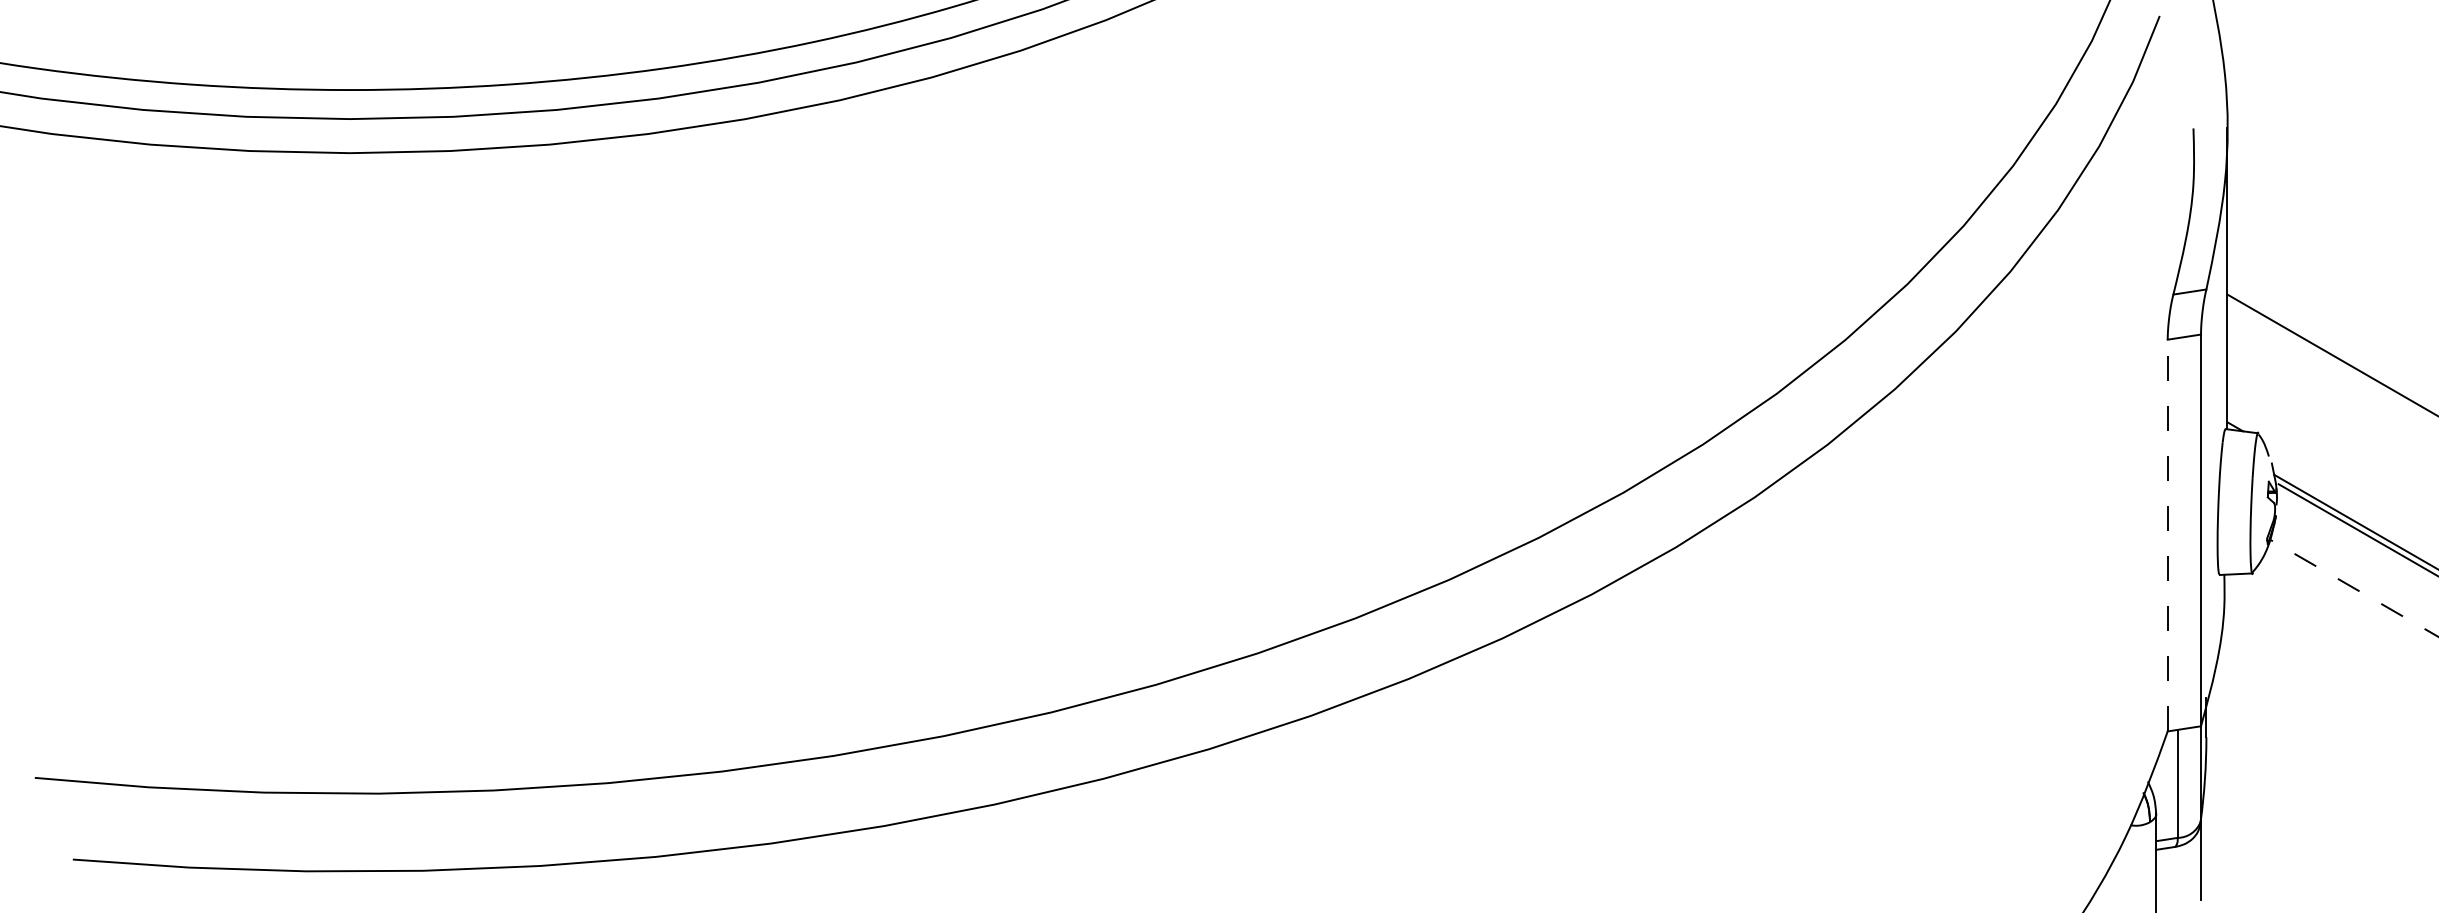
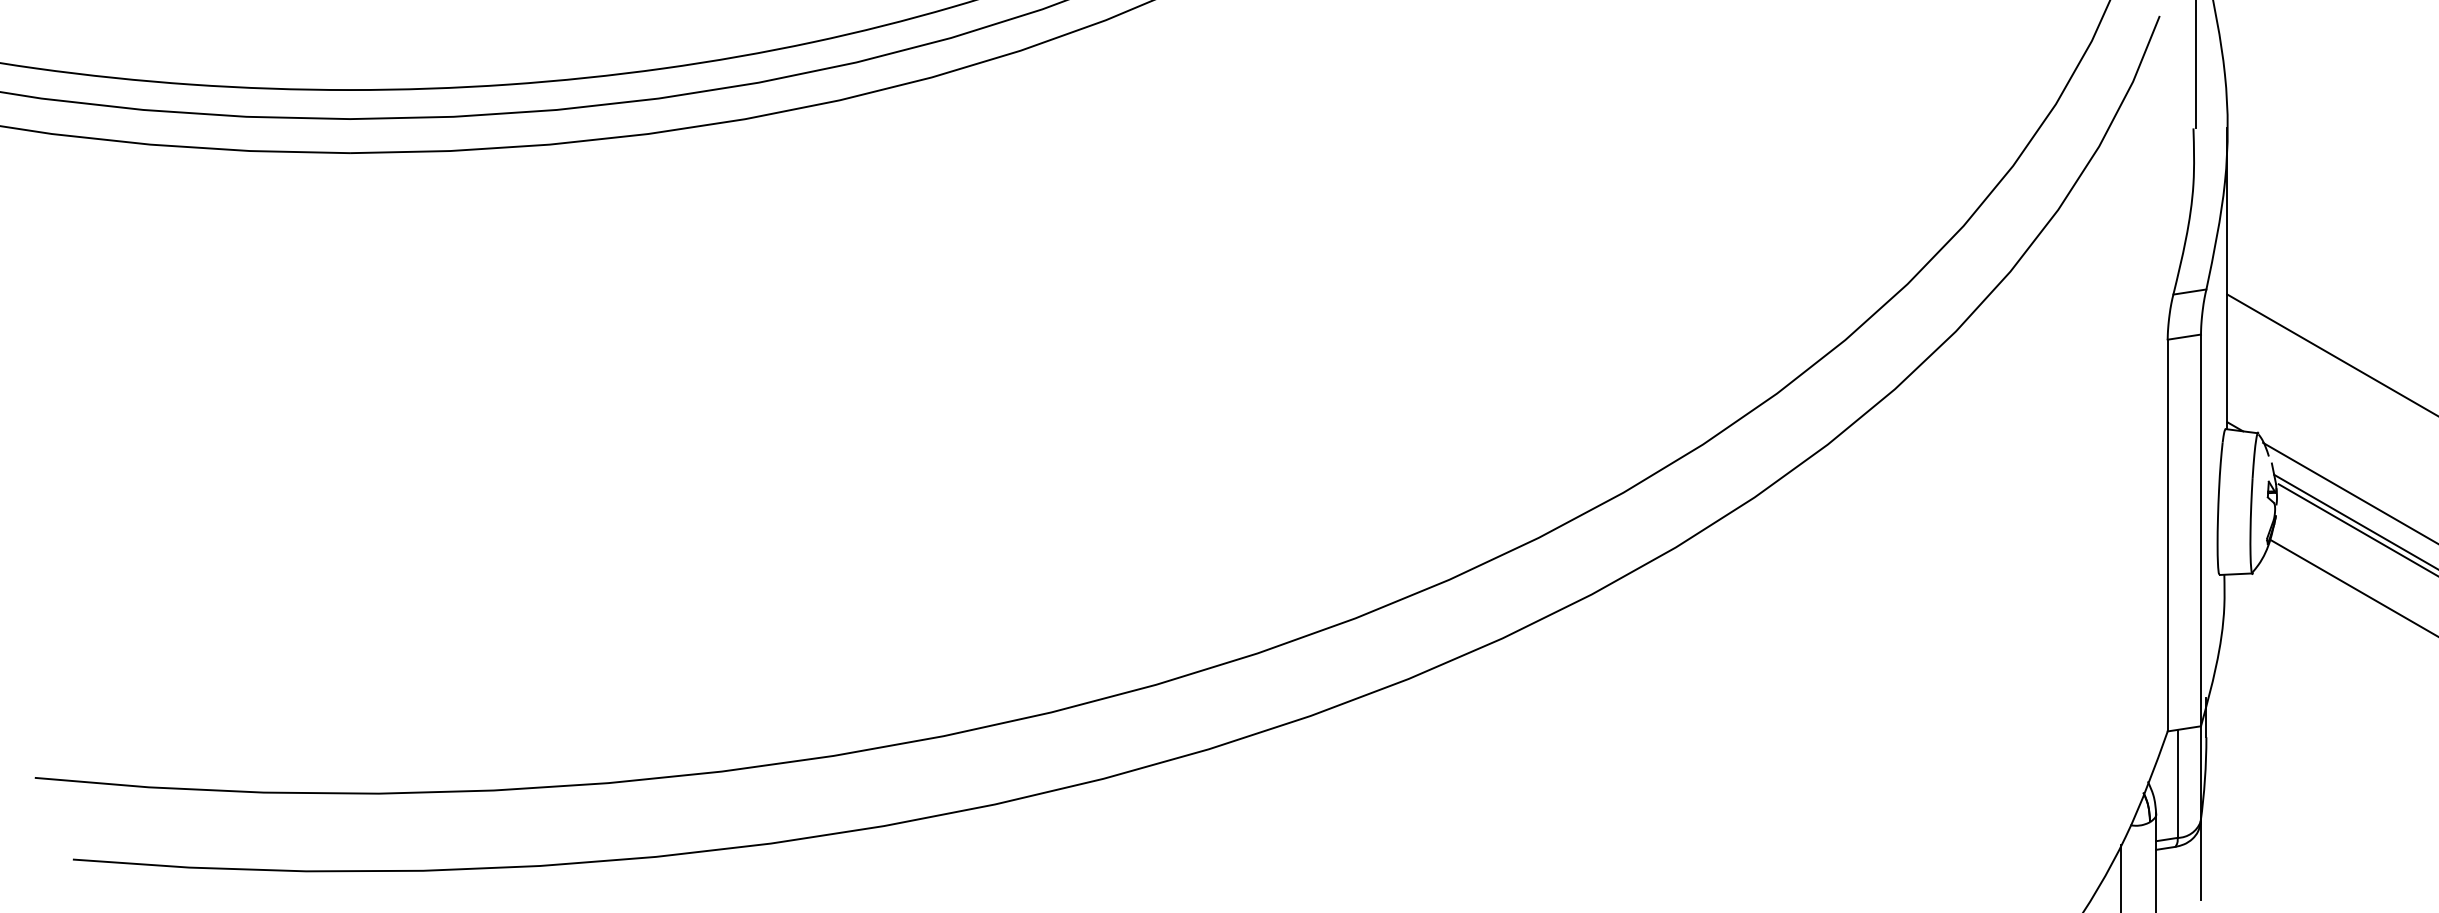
line at (2195, 65): none -> present
line at (2349, 492): none -> present
line at (2167, 535): dashed -> solid
line at (2354, 588): dashed -> solid
line at (2120, 876): none -> present
